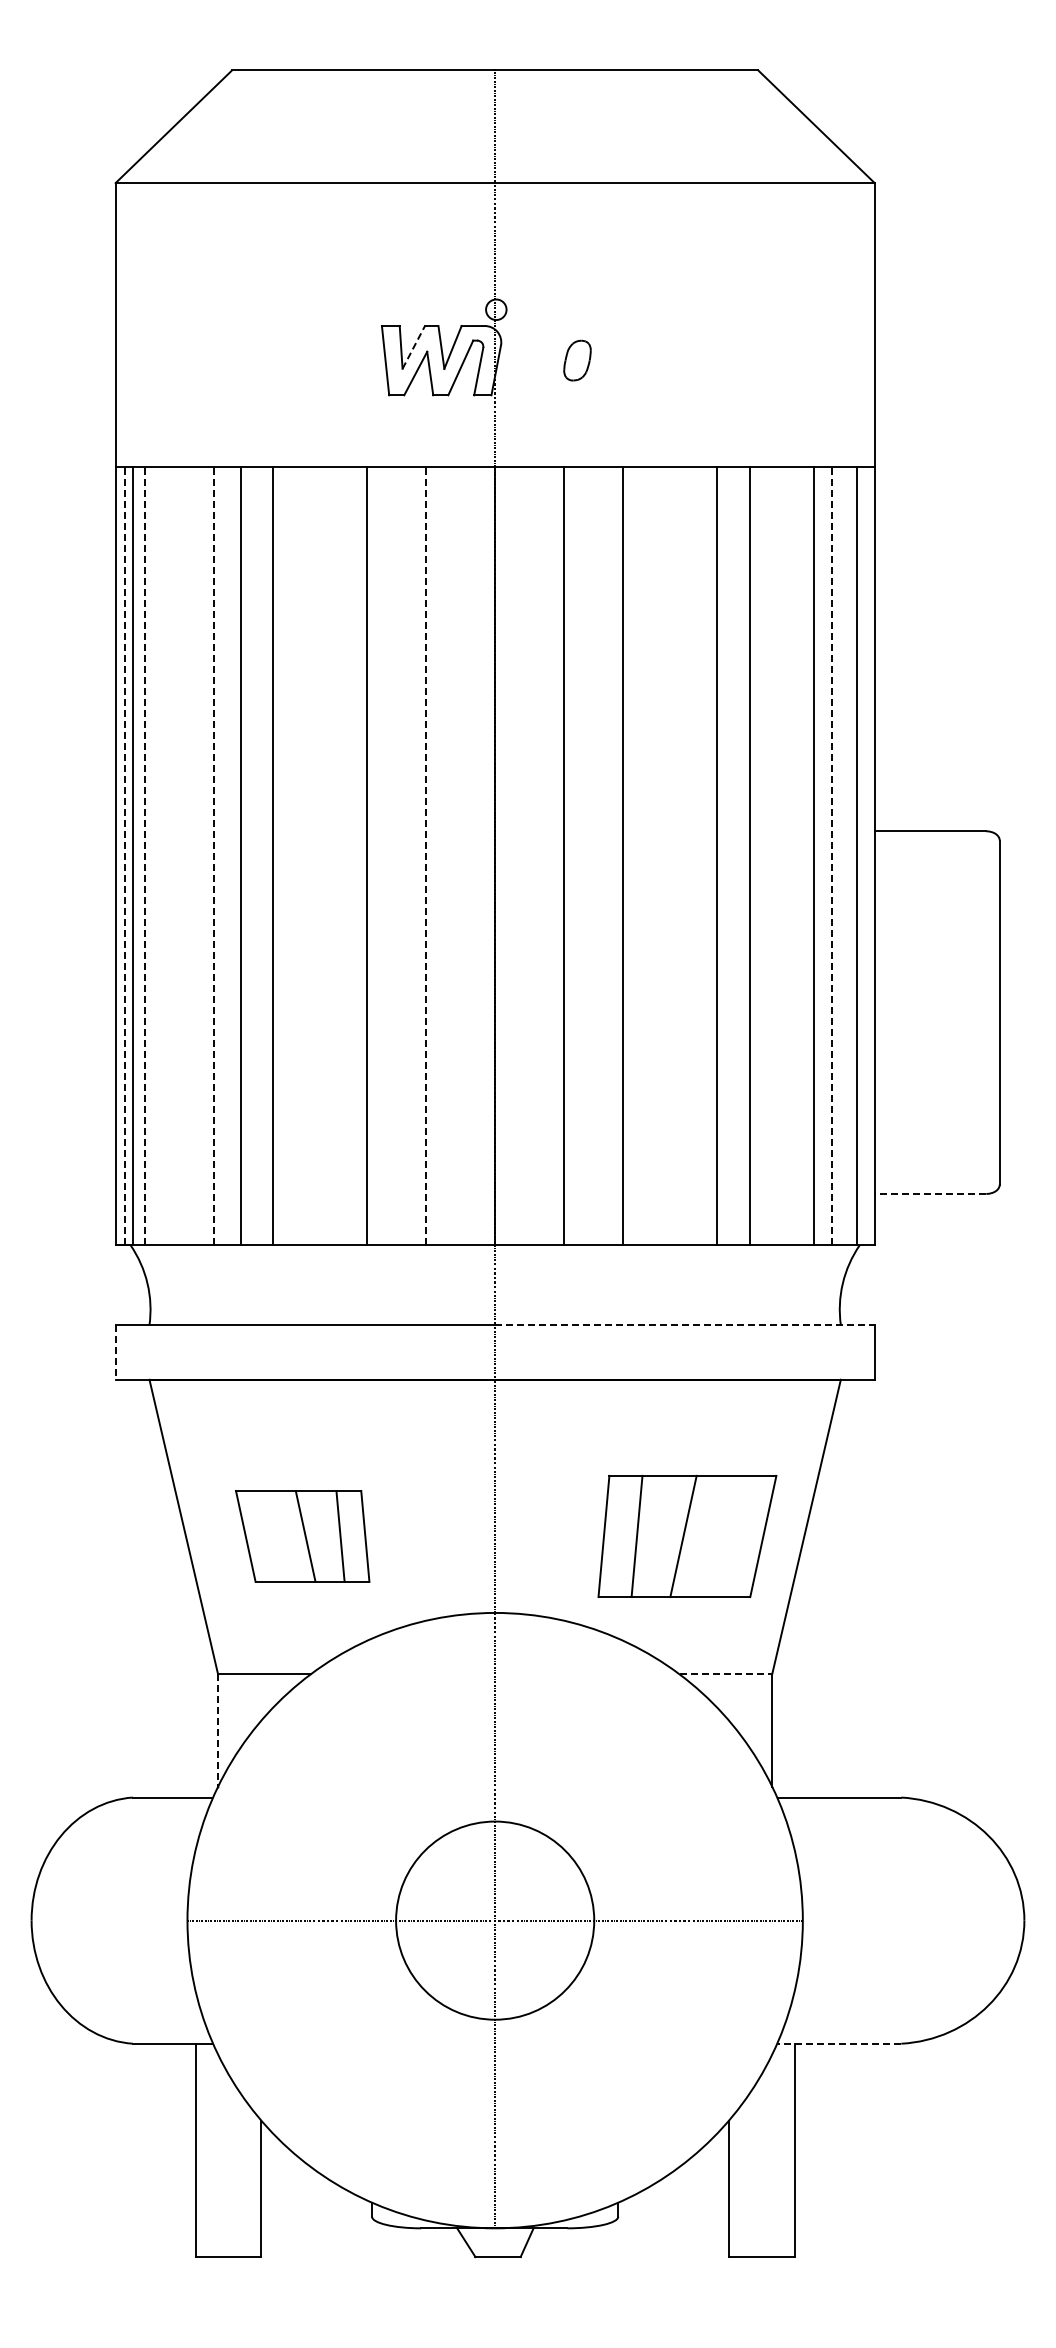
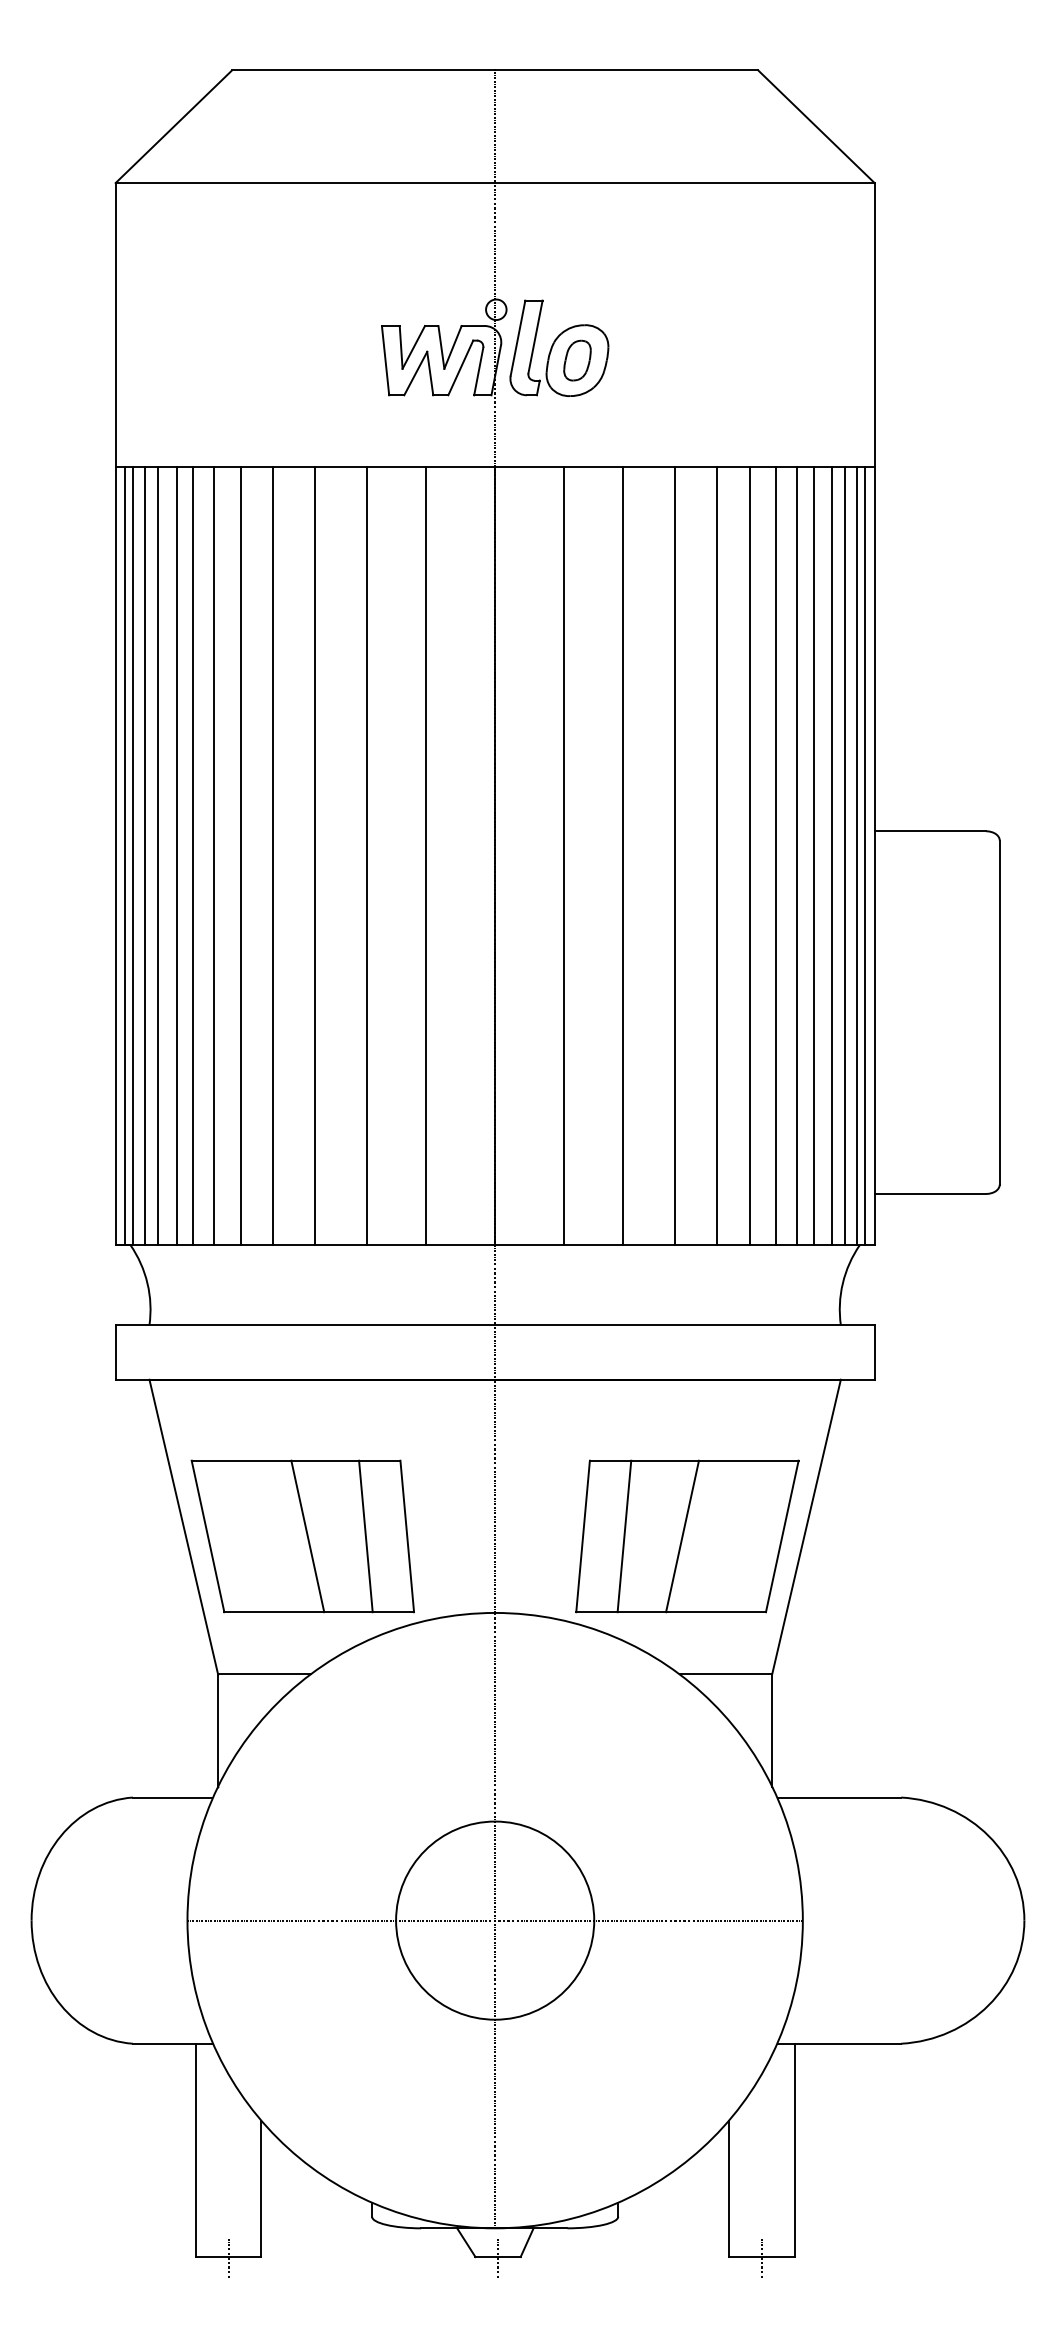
line at (414, 347): dashed -> solid
part at (559, 347): none -> present
line at (125, 855): dashed -> solid
line at (145, 855): dashed -> solid
line at (158, 855): none -> present
line at (176, 855): none -> present
line at (193, 855): none -> present
line at (214, 855): dashed -> solid
line at (315, 855): none -> present
line at (426, 855): dashed -> solid
line at (675, 855): none -> present
line at (776, 855): none -> present
line at (797, 855): none -> present
line at (831, 855): dashed -> solid
line at (844, 855): none -> present
line at (865, 855): none -> present
line at (930, 1193): dashed -> solid
line at (684, 1325): dashed -> solid
line at (115, 1353): dashed -> solid
part at (687, 1535) size: 181x124 px -> 225x155 px
part at (302, 1536) size: 136x93 px -> 225x155 px
line at (726, 1674): dashed -> solid
line at (218, 1731): dashed -> solid
line at (839, 2043): dashed -> solid
line at (228, 2256): none -> present
line at (498, 2256): none -> present
line at (761, 2256): none -> present
